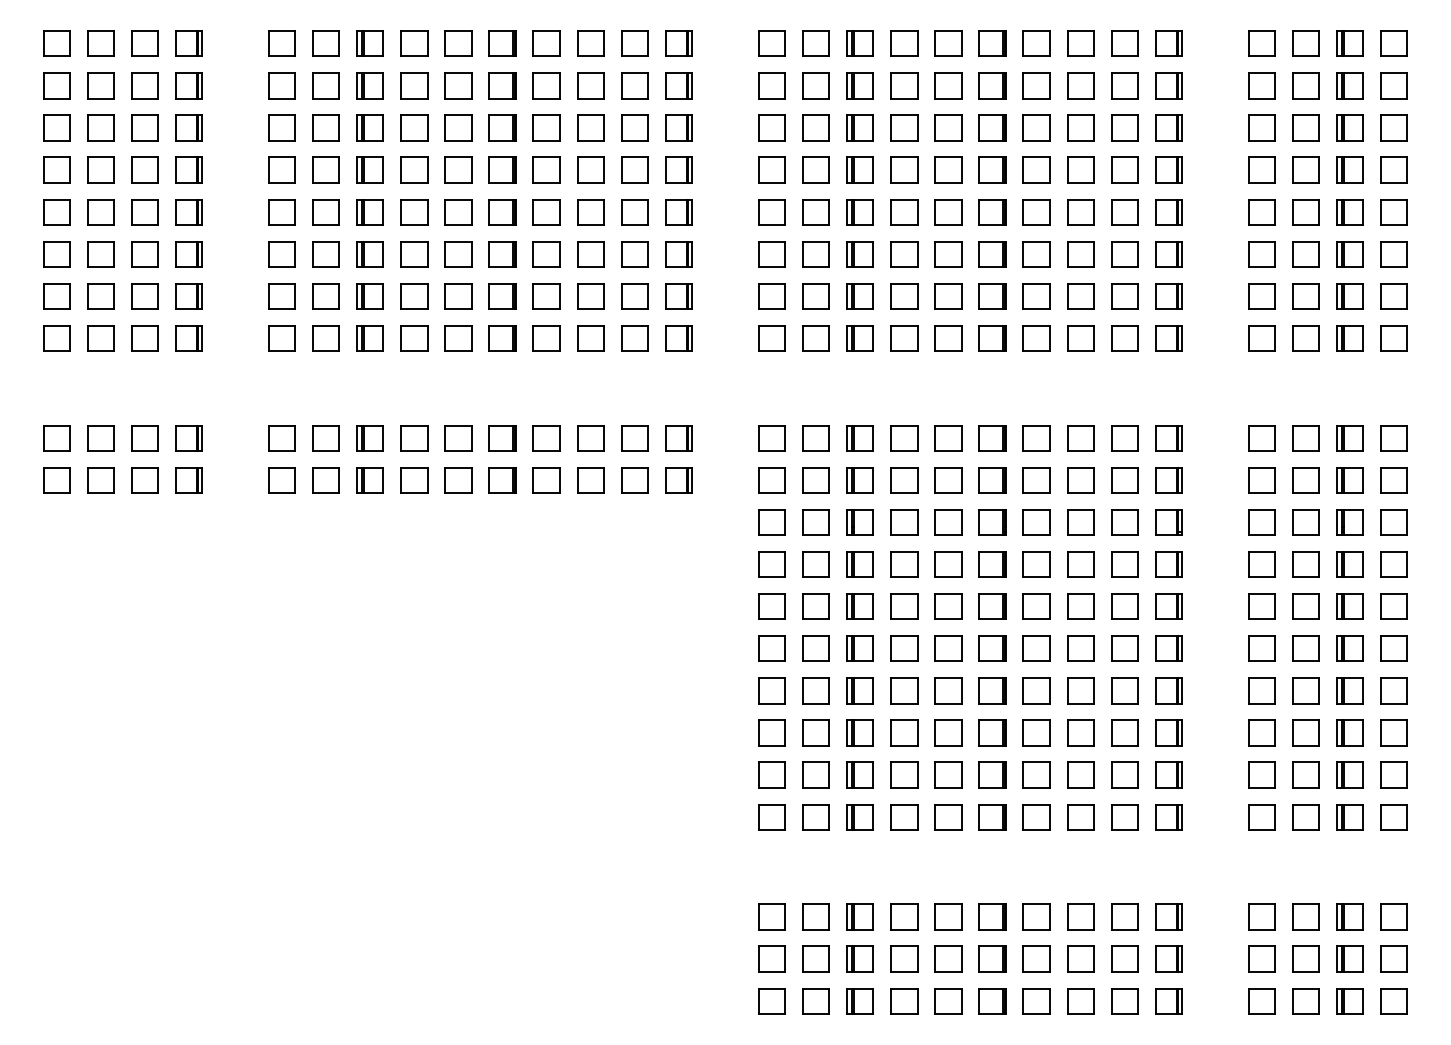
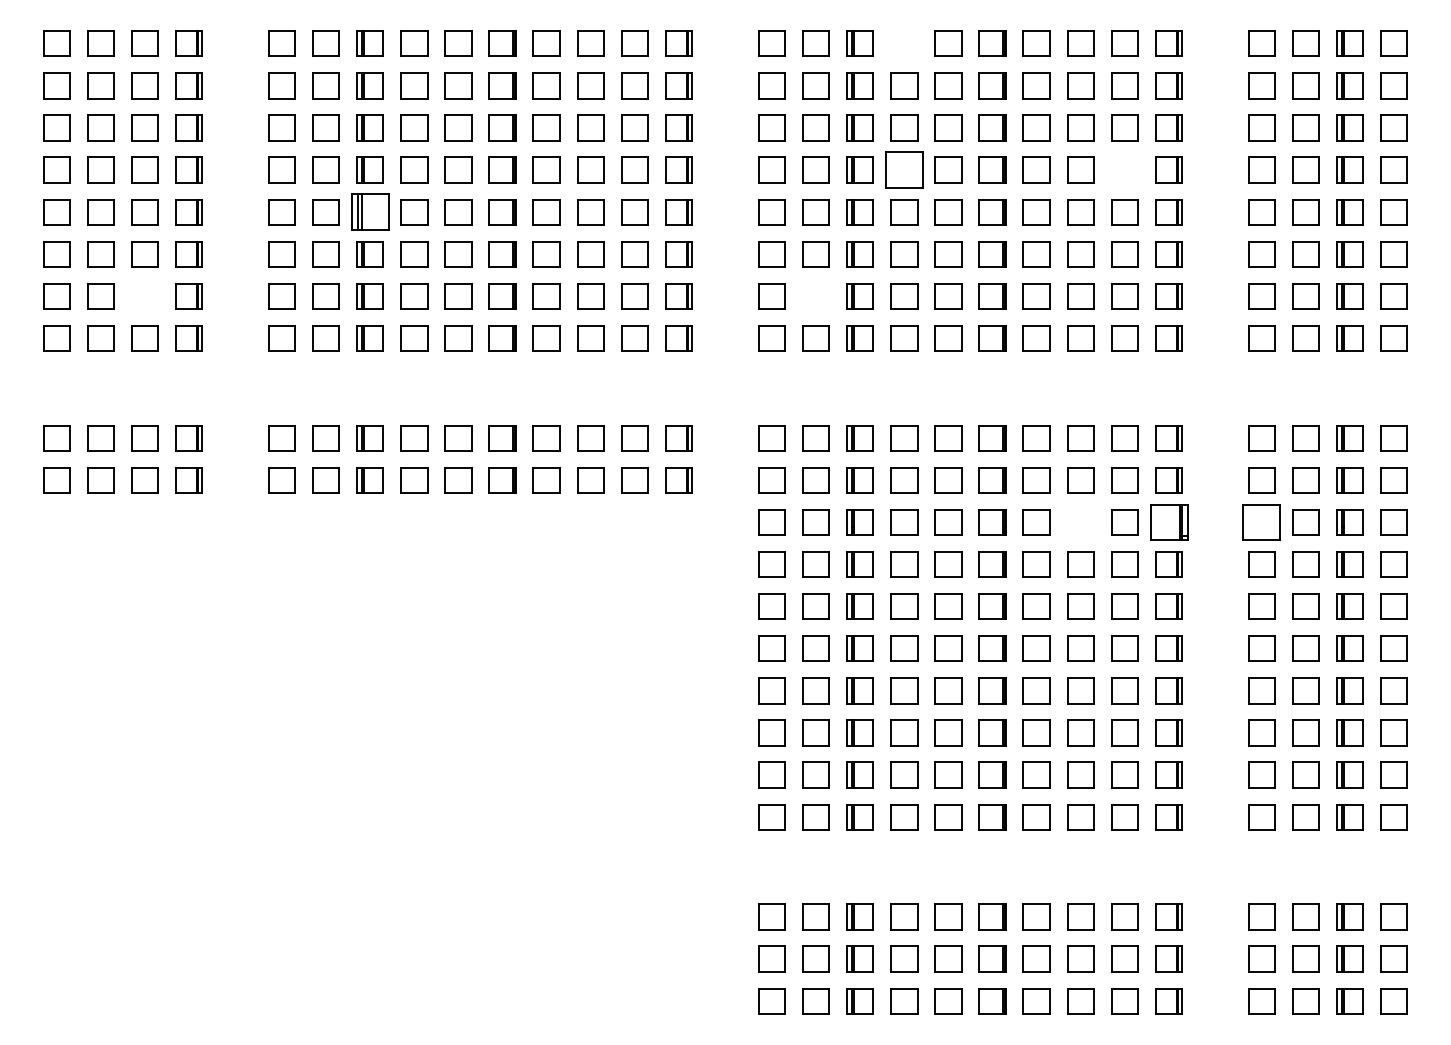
part at (904, 43): present -> none
part at (904, 169) size: 29x28 px -> 39x38 px
part at (1124, 169): present -> none
part at (369, 212) size: 28x27 px -> 39x38 px
part at (144, 296): present -> none
part at (815, 296): present -> none
part at (1080, 522): present -> none
part at (1168, 522) size: 28x27 px -> 39x37 px
part at (1261, 522) size: 28x27 px -> 39x37 px
